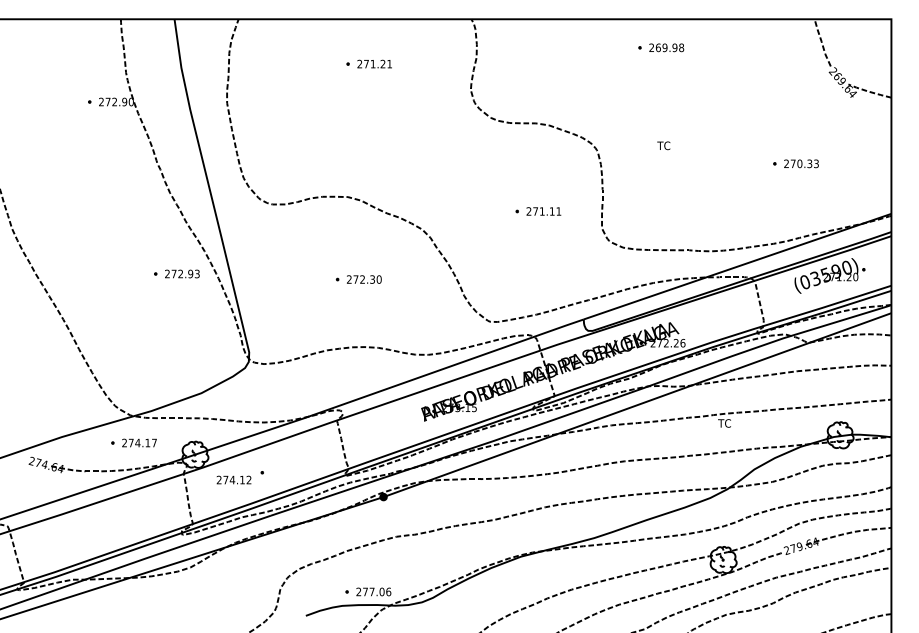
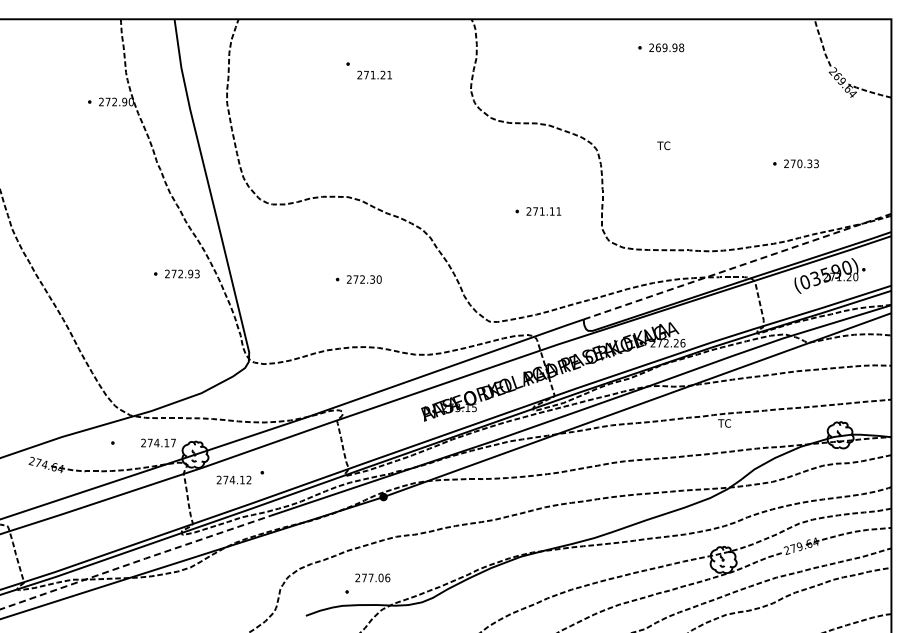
text at (374, 63) position: (374, 63) -> (374, 74)
line at (737, 266): solid -> dashed
text at (139, 442) position: (139, 442) -> (158, 442)
line at (136, 561): solid -> dashed
text at (373, 591) position: (373, 591) -> (372, 577)
